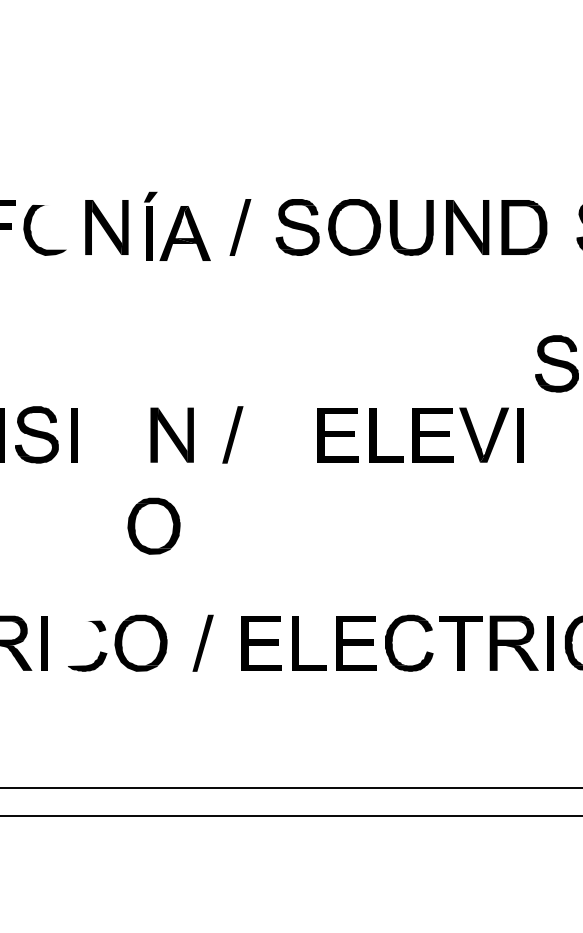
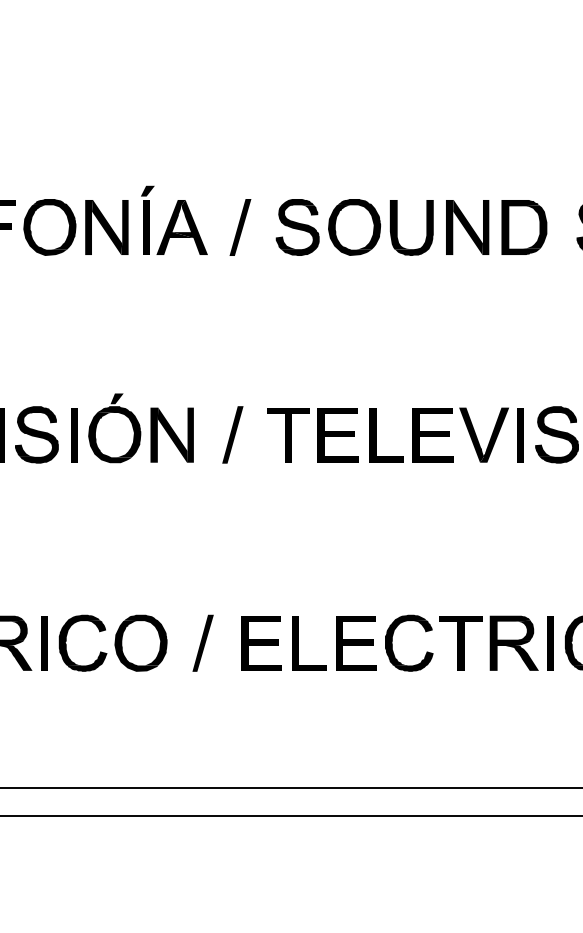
fill at (54, 223): none -> present
part at (177, 225) position: (177, 225) -> (174, 219)
part at (556, 363) position: (556, 363) -> (556, 434)
part at (114, 428): none -> present
fill at (288, 434): none -> present
part at (153, 525): present -> none
fill at (79, 639): none -> present
